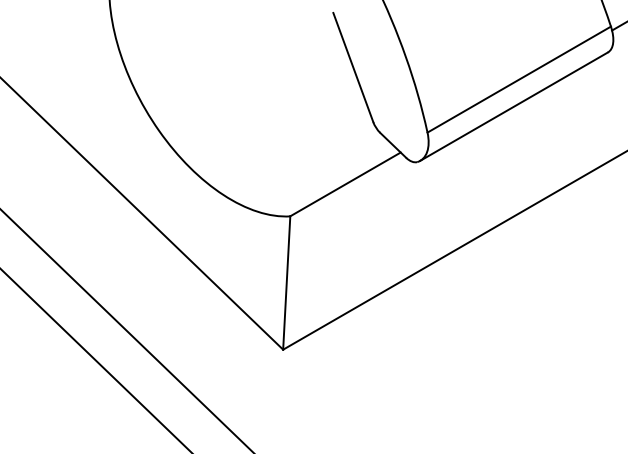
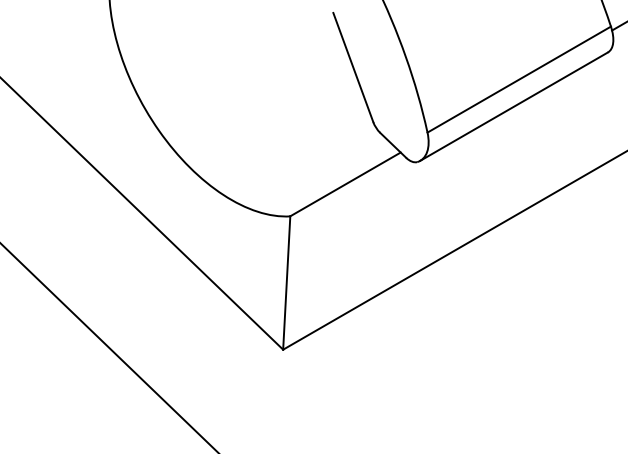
line at (126, 330): present -> none
line at (95, 360) position: (95, 360) -> (109, 347)
